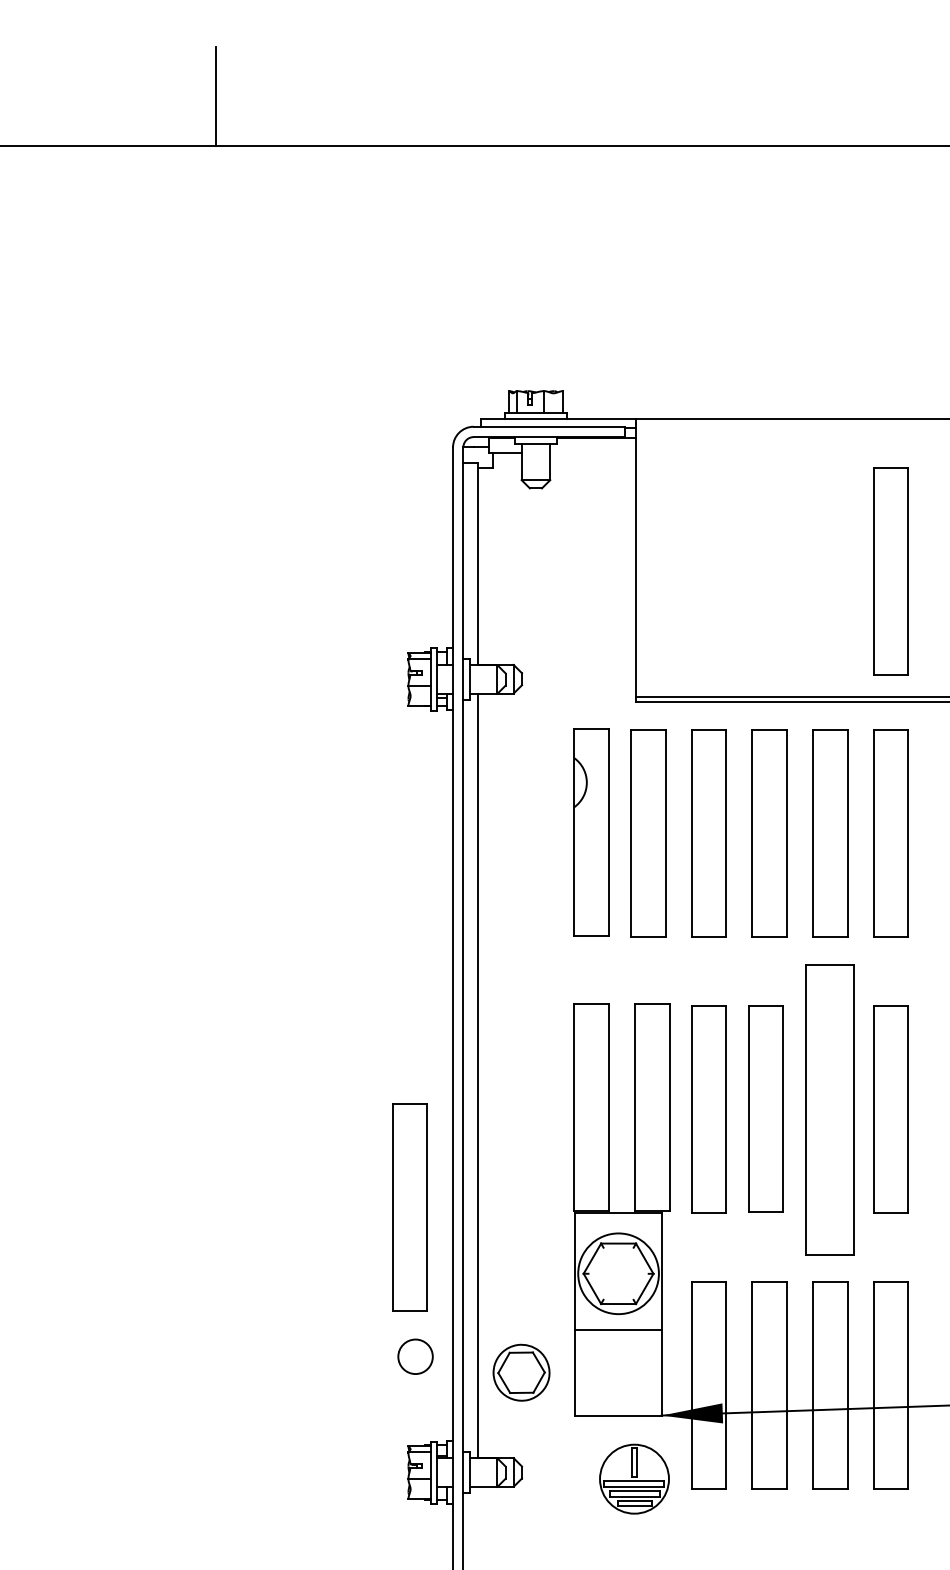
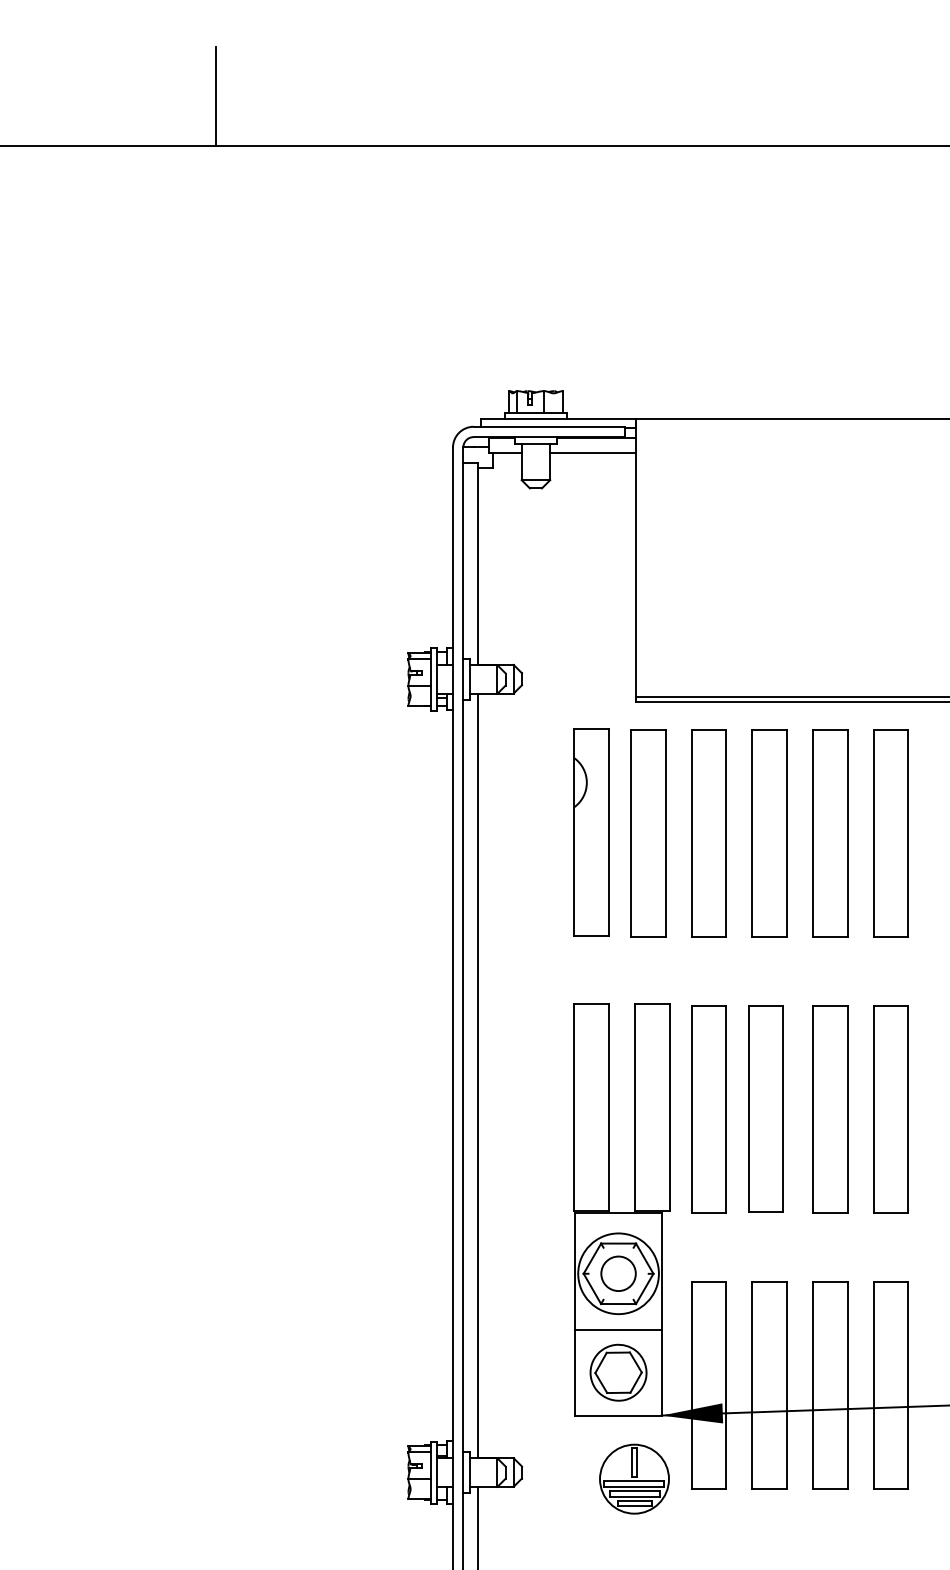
line at (592, 452): none -> present
part at (890, 571): present -> none
part at (829, 1109) size: 50x292 px -> 37x209 px
part at (409, 1207): present -> none
circle at (415, 1356) position: (415, 1356) -> (618, 1273)
part at (521, 1372) position: (521, 1372) -> (618, 1372)
line at (478, 1526): none -> present
